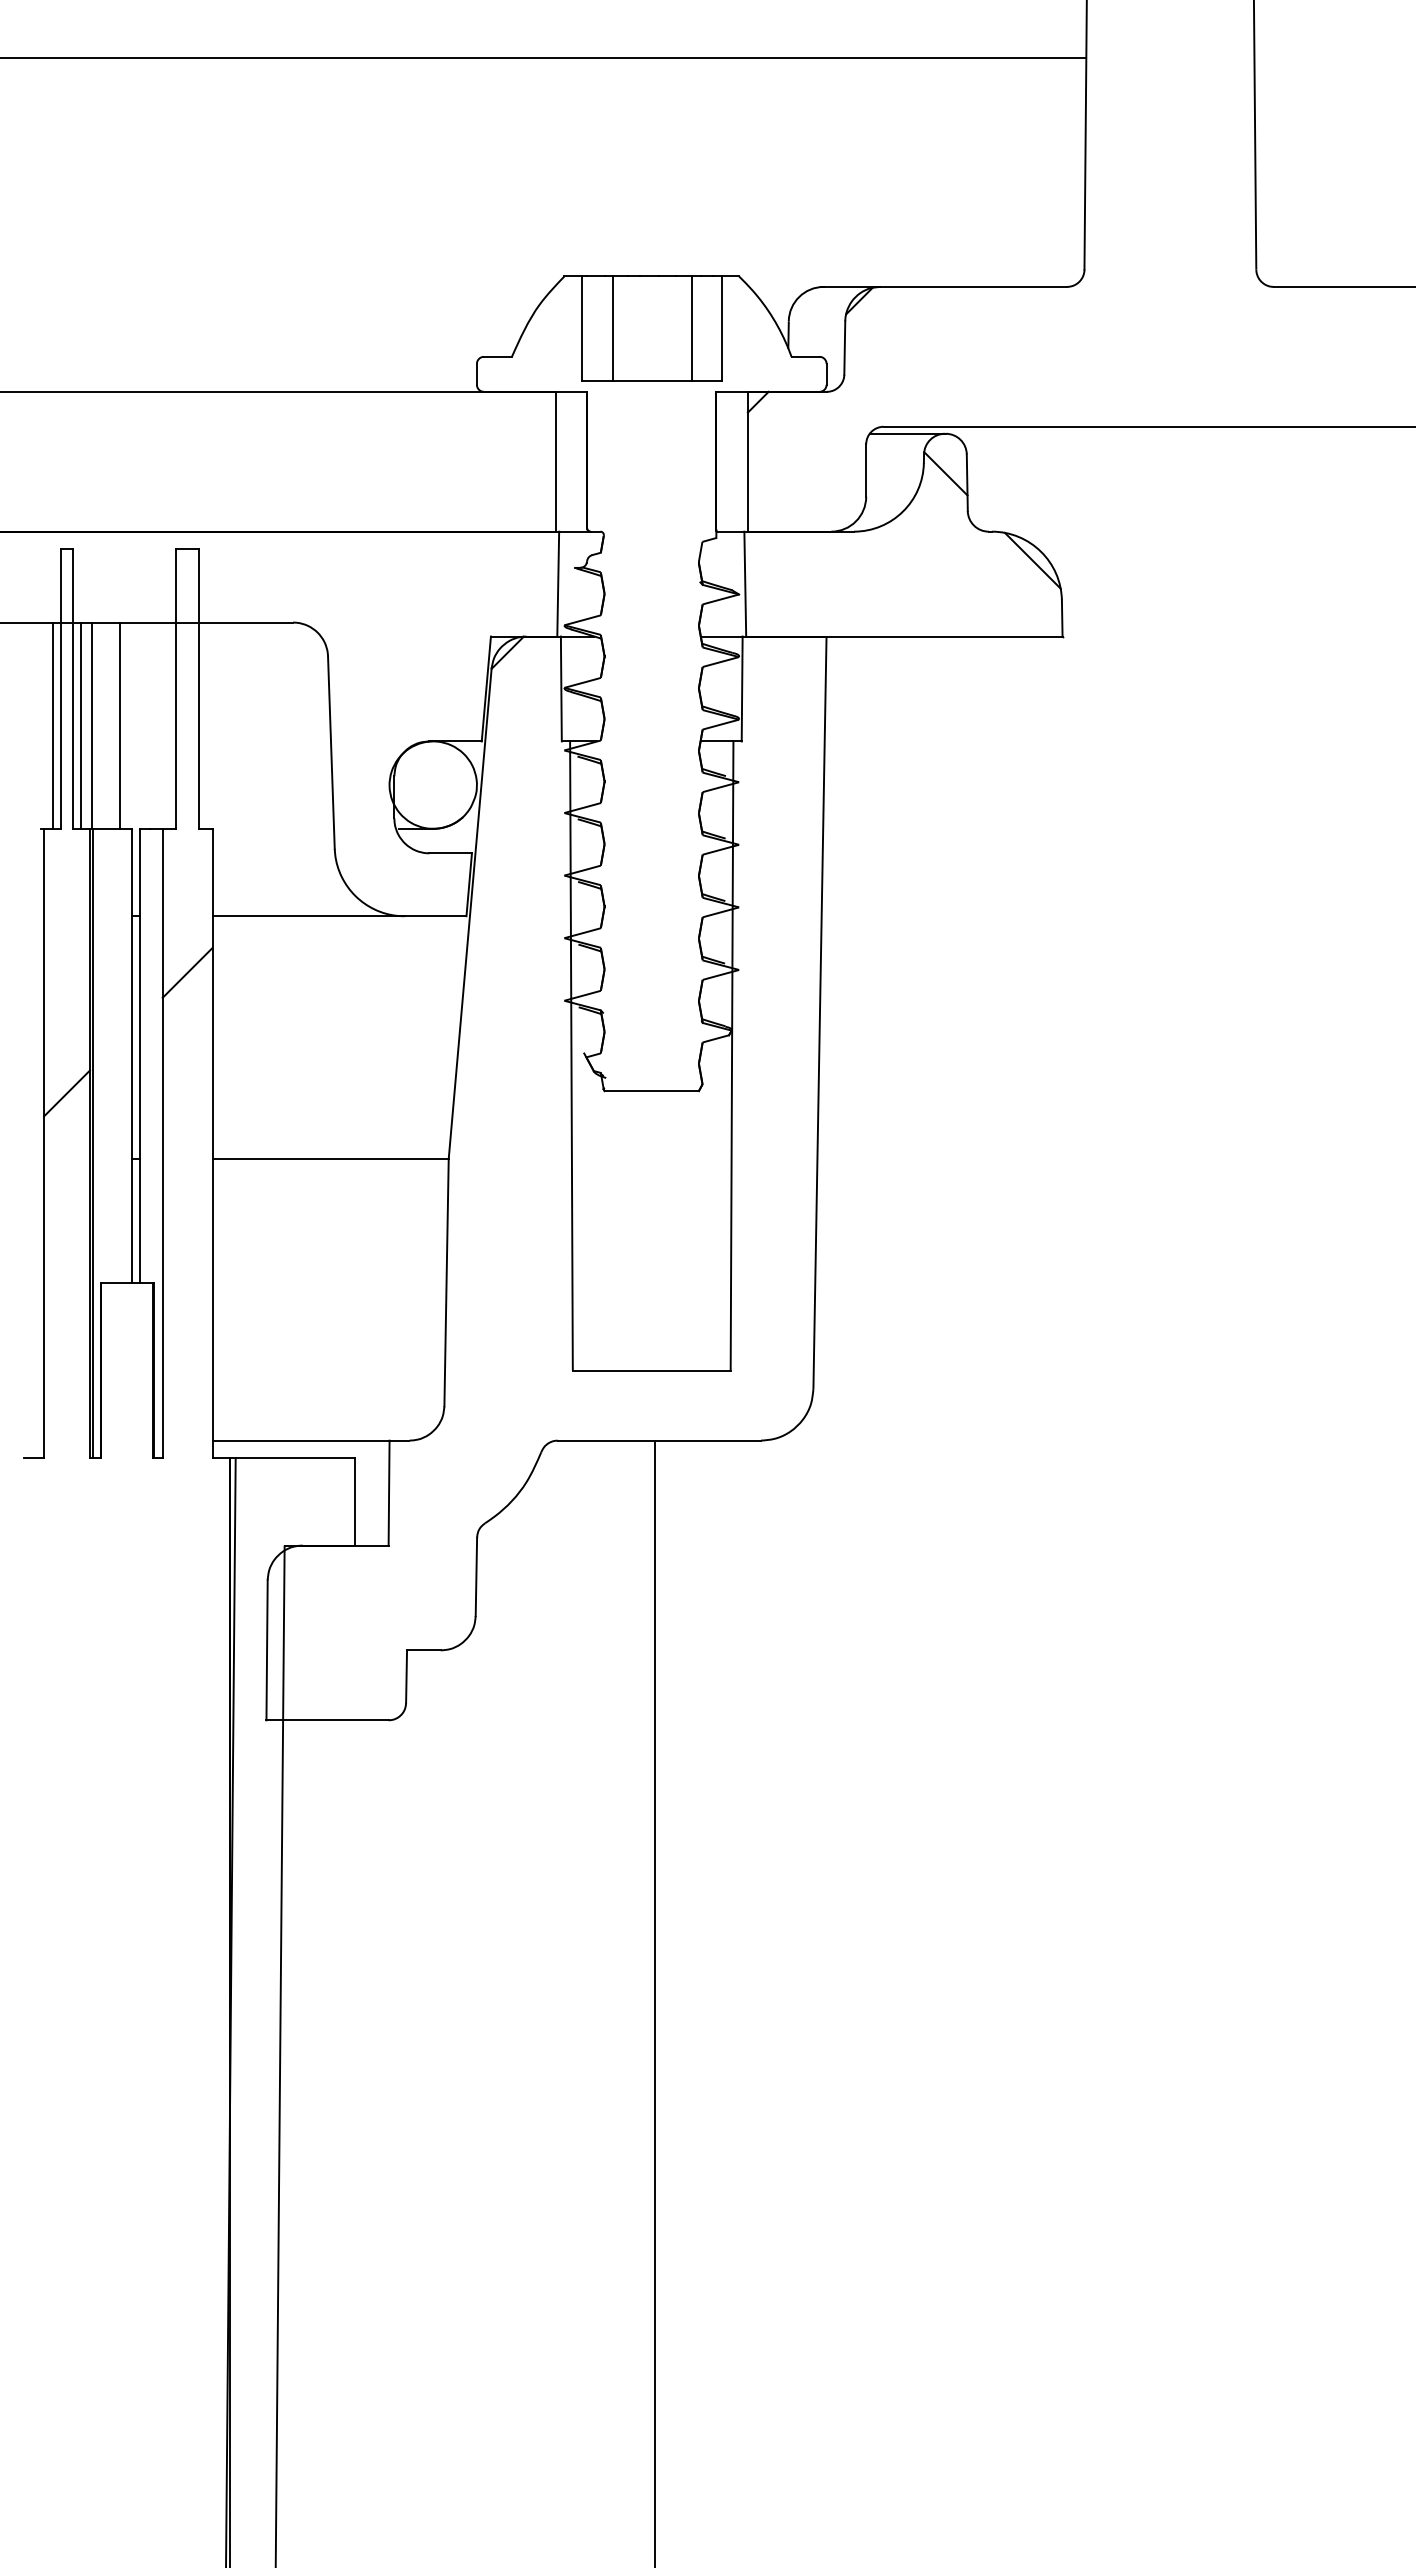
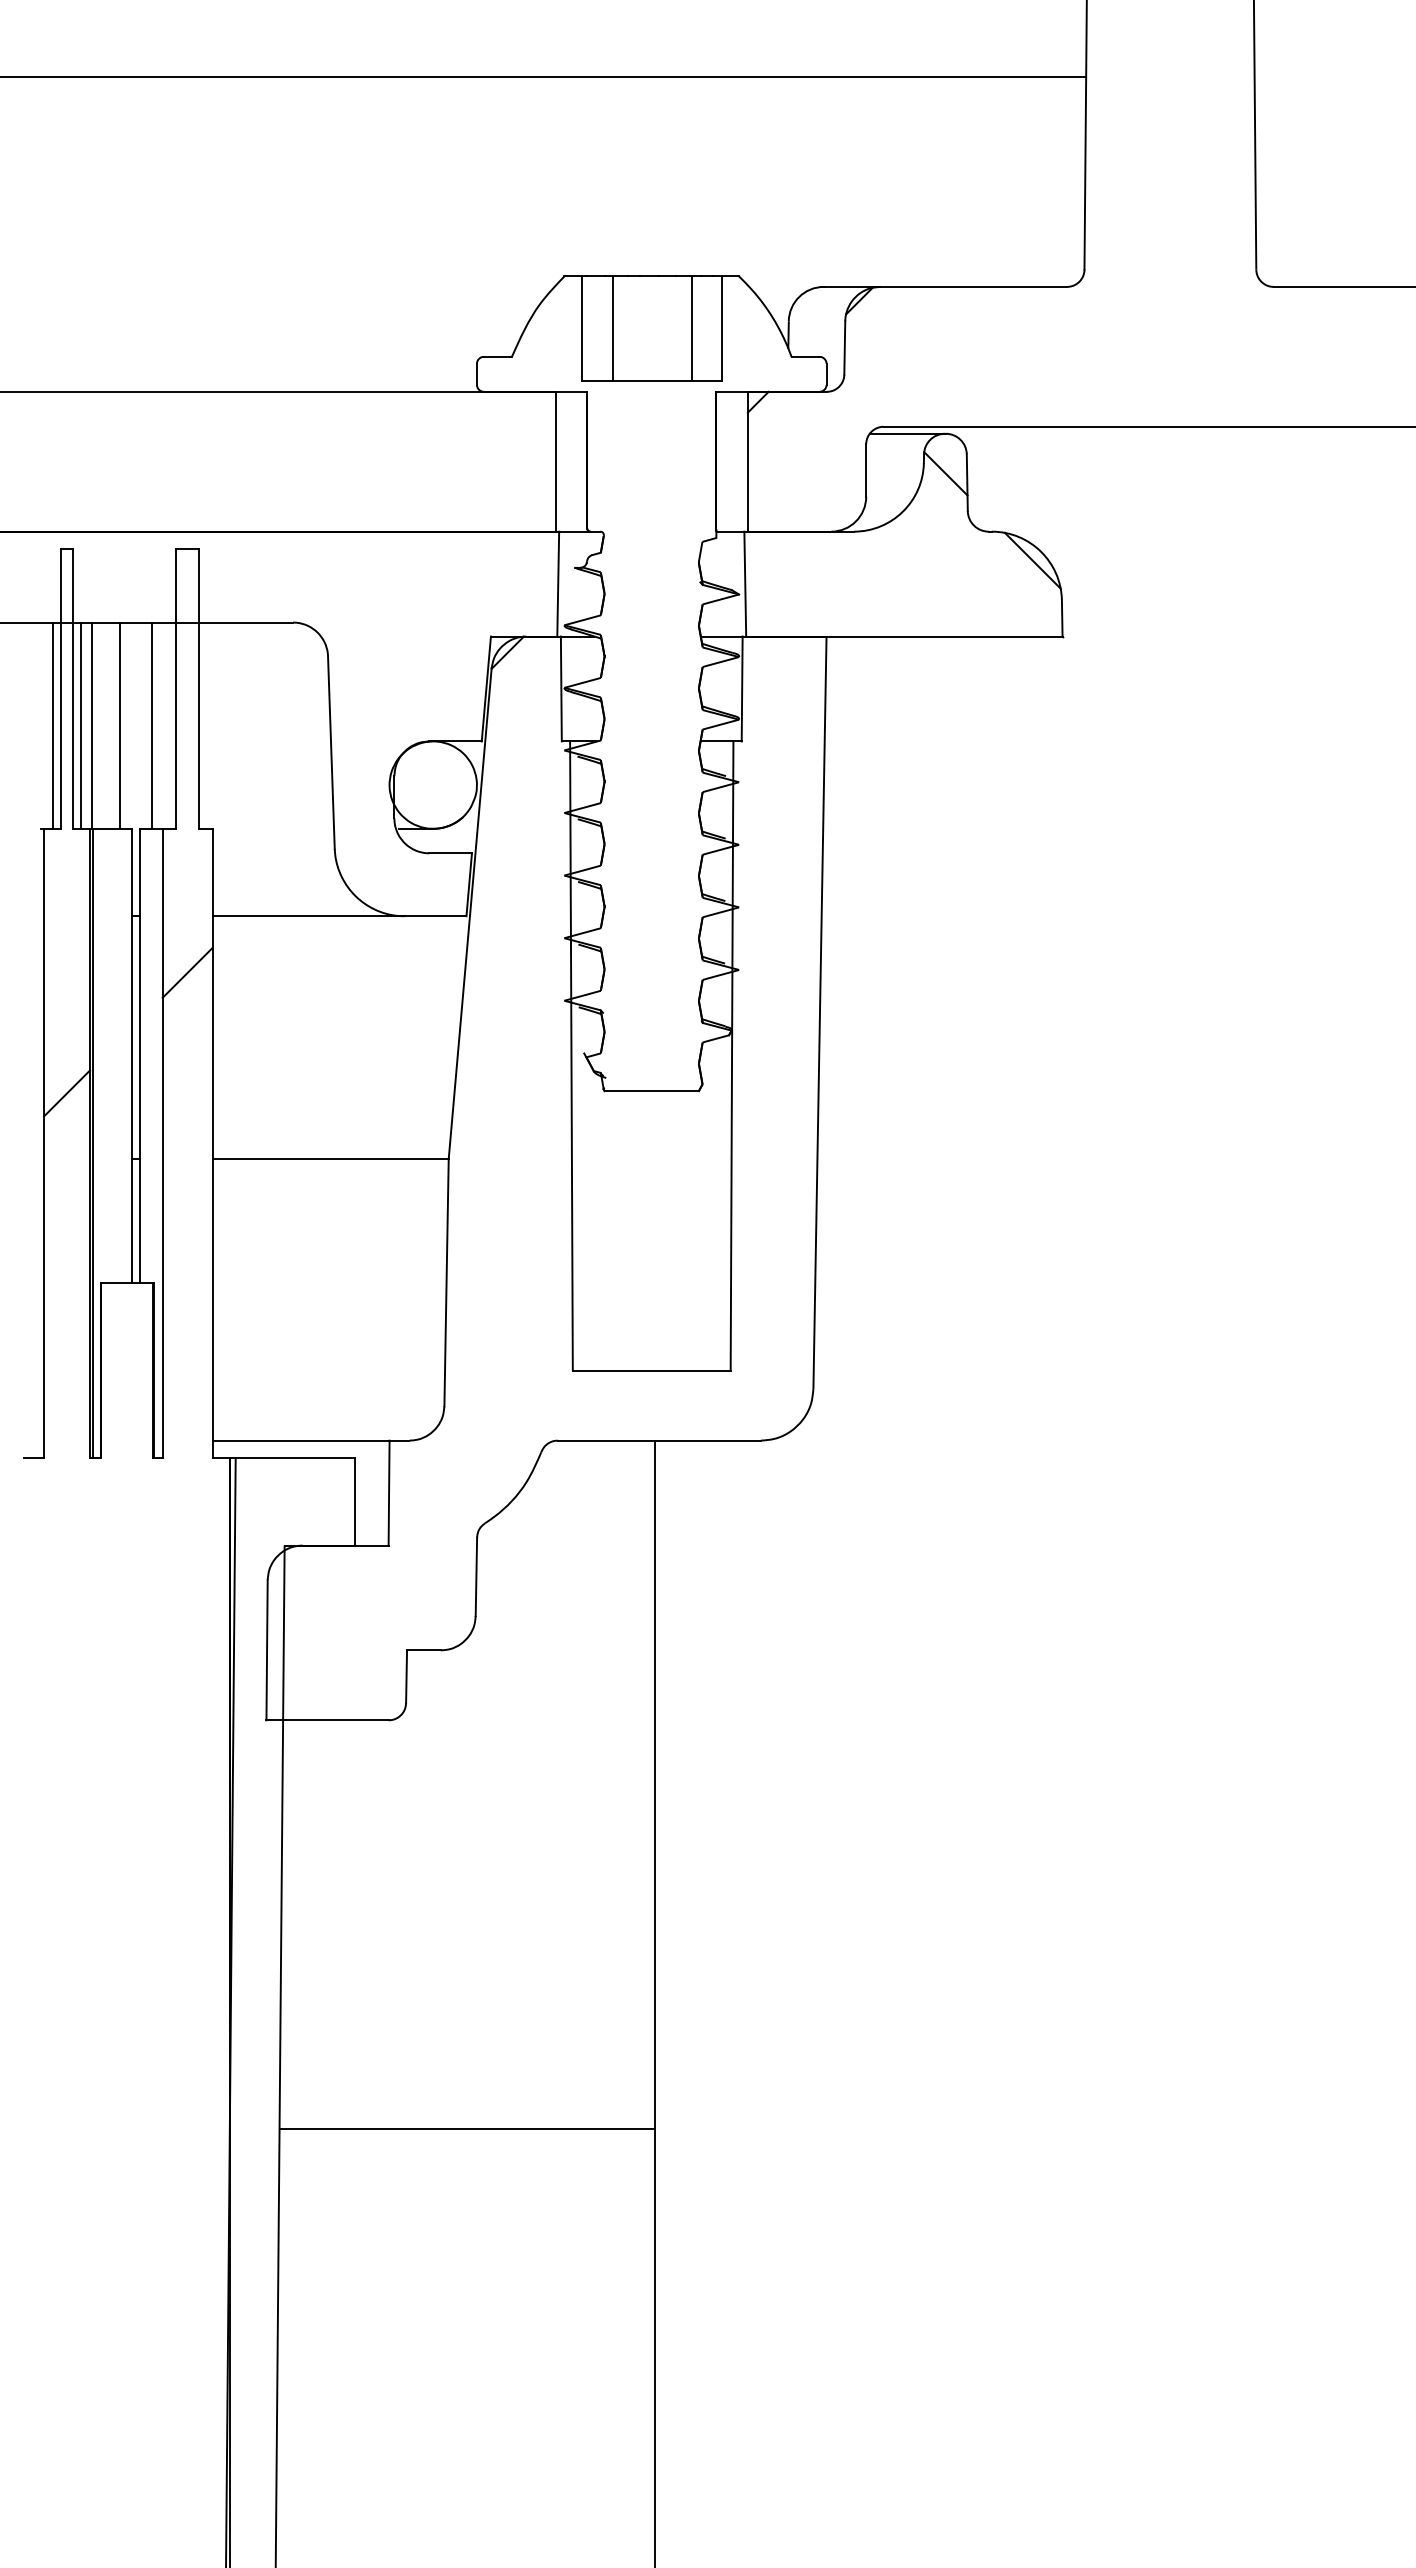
line at (544, 58) position: (544, 58) -> (544, 77)
line at (152, 725): none -> present
line at (467, 2128): none -> present
